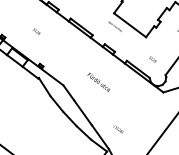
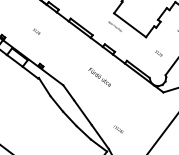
text at (152, 59) position: (152, 59) -> (158, 53)
text at (98, 81) position: (98, 81) -> (99, 76)
